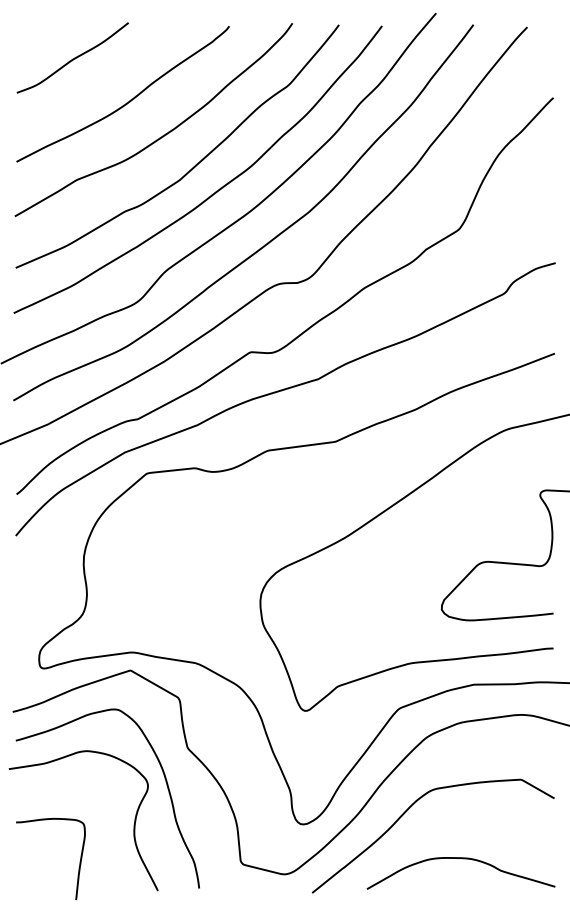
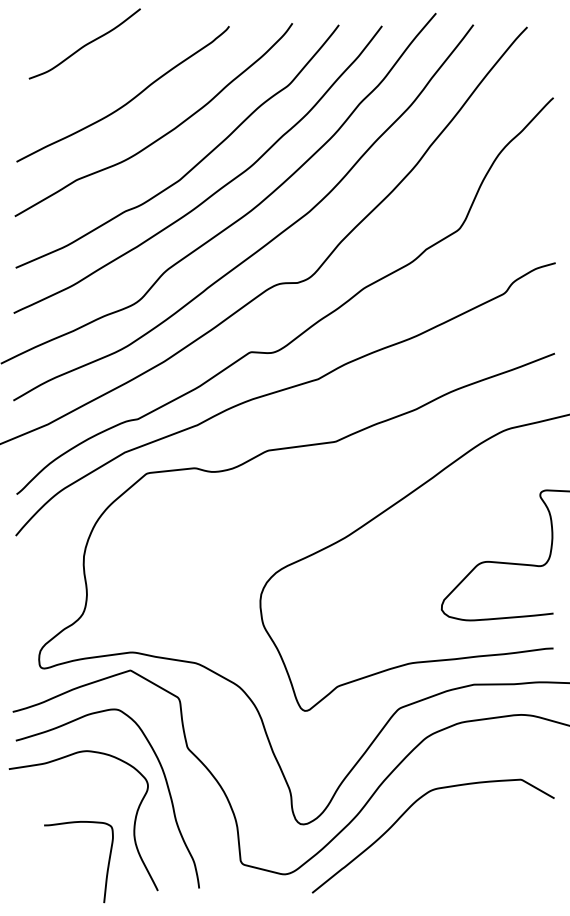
curve at (72, 58) position: (72, 58) -> (84, 44)
curve at (462, 859): present -> none
curve at (79, 861) position: (79, 861) -> (107, 864)
